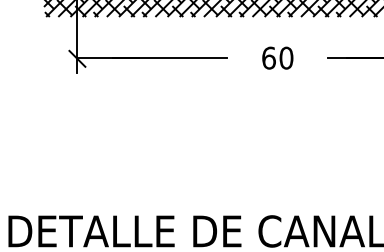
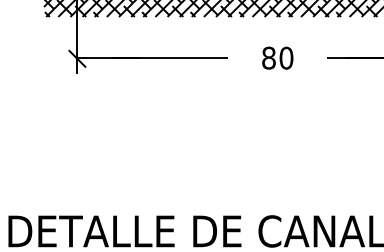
text at (268, 57): 60 -> 80
